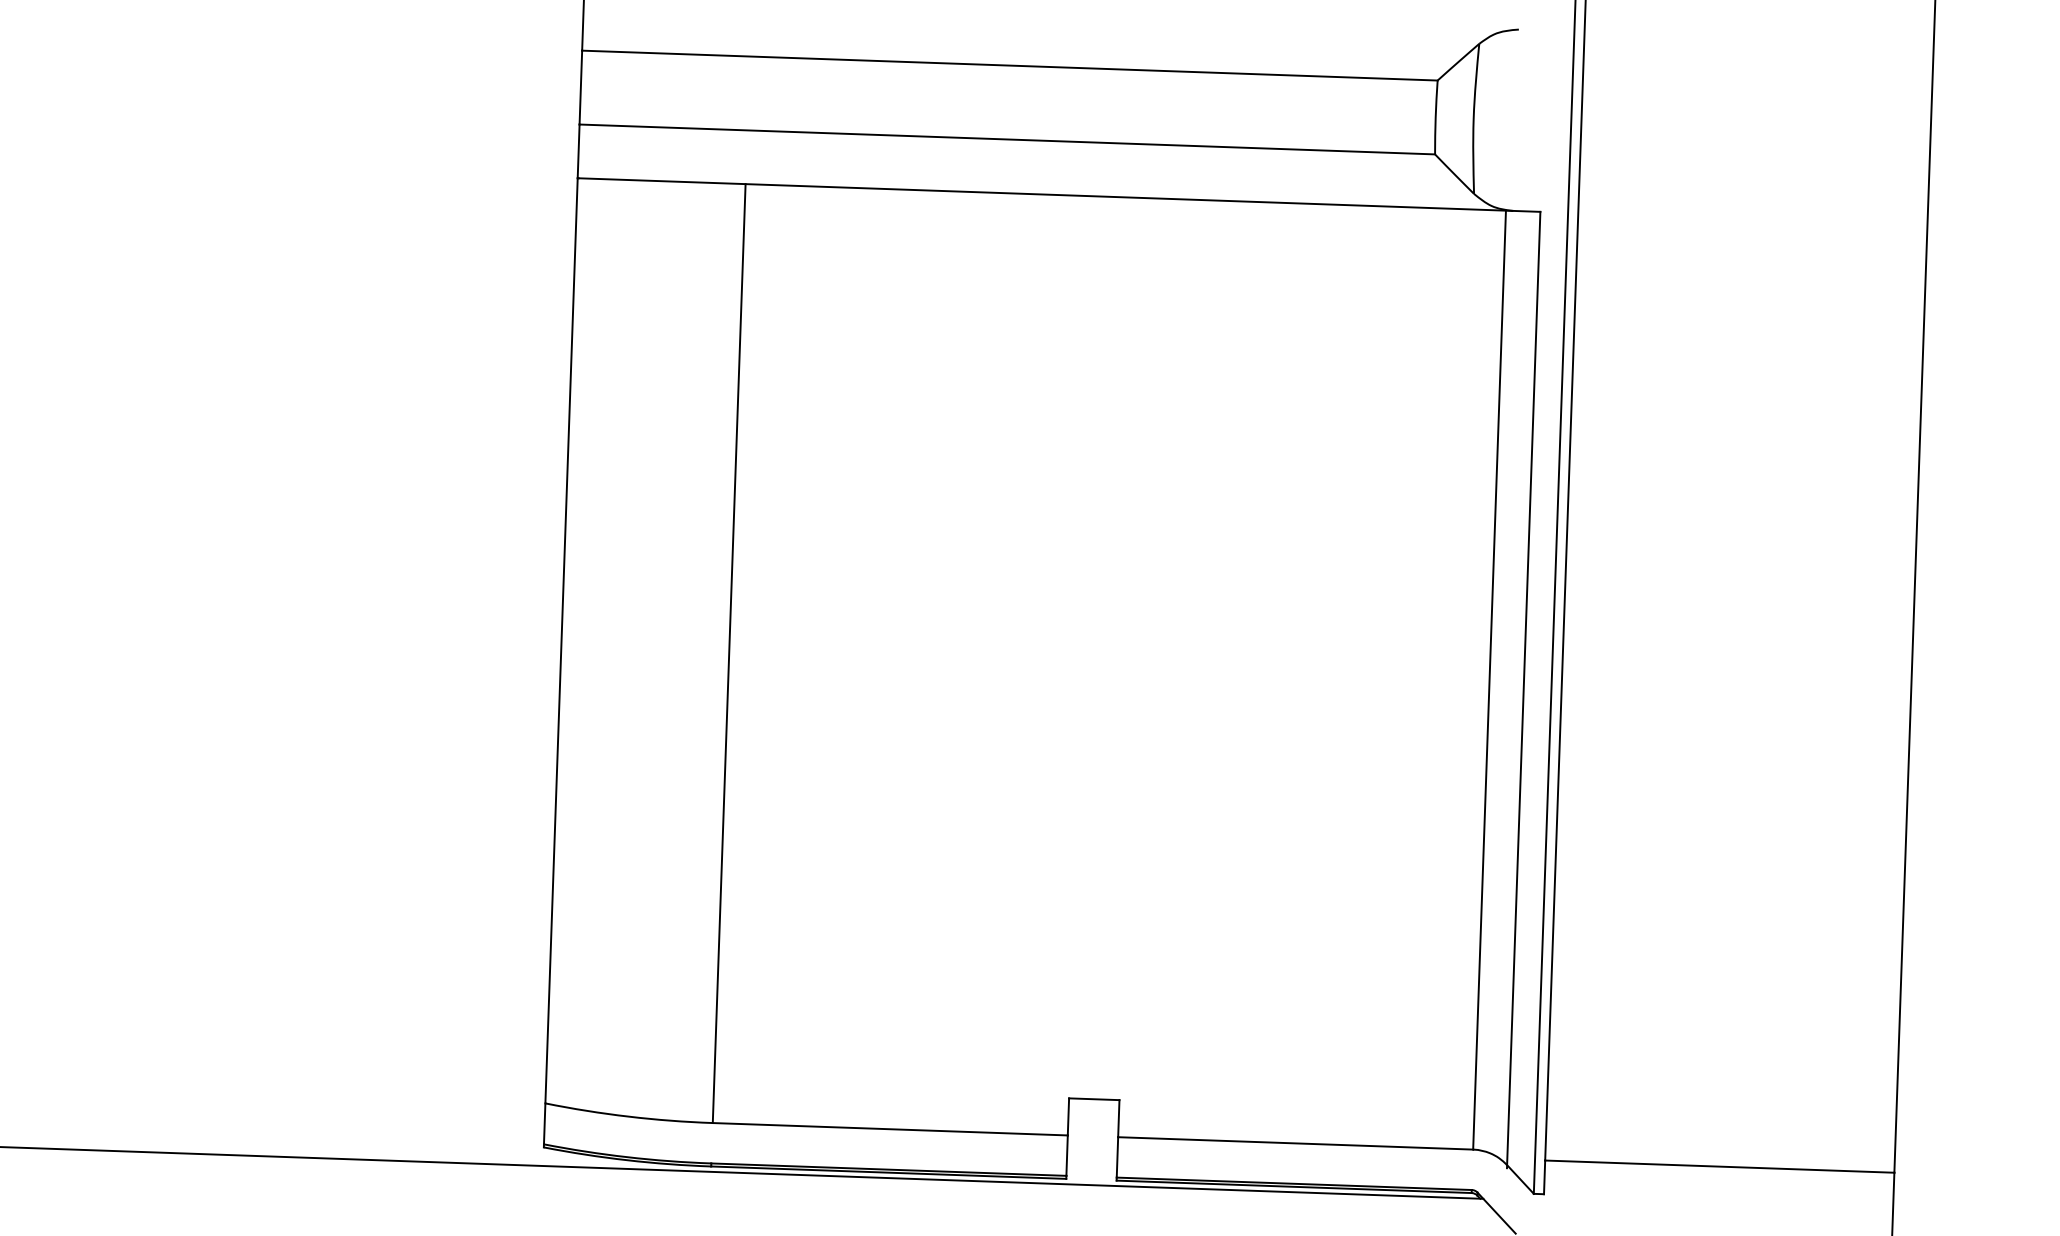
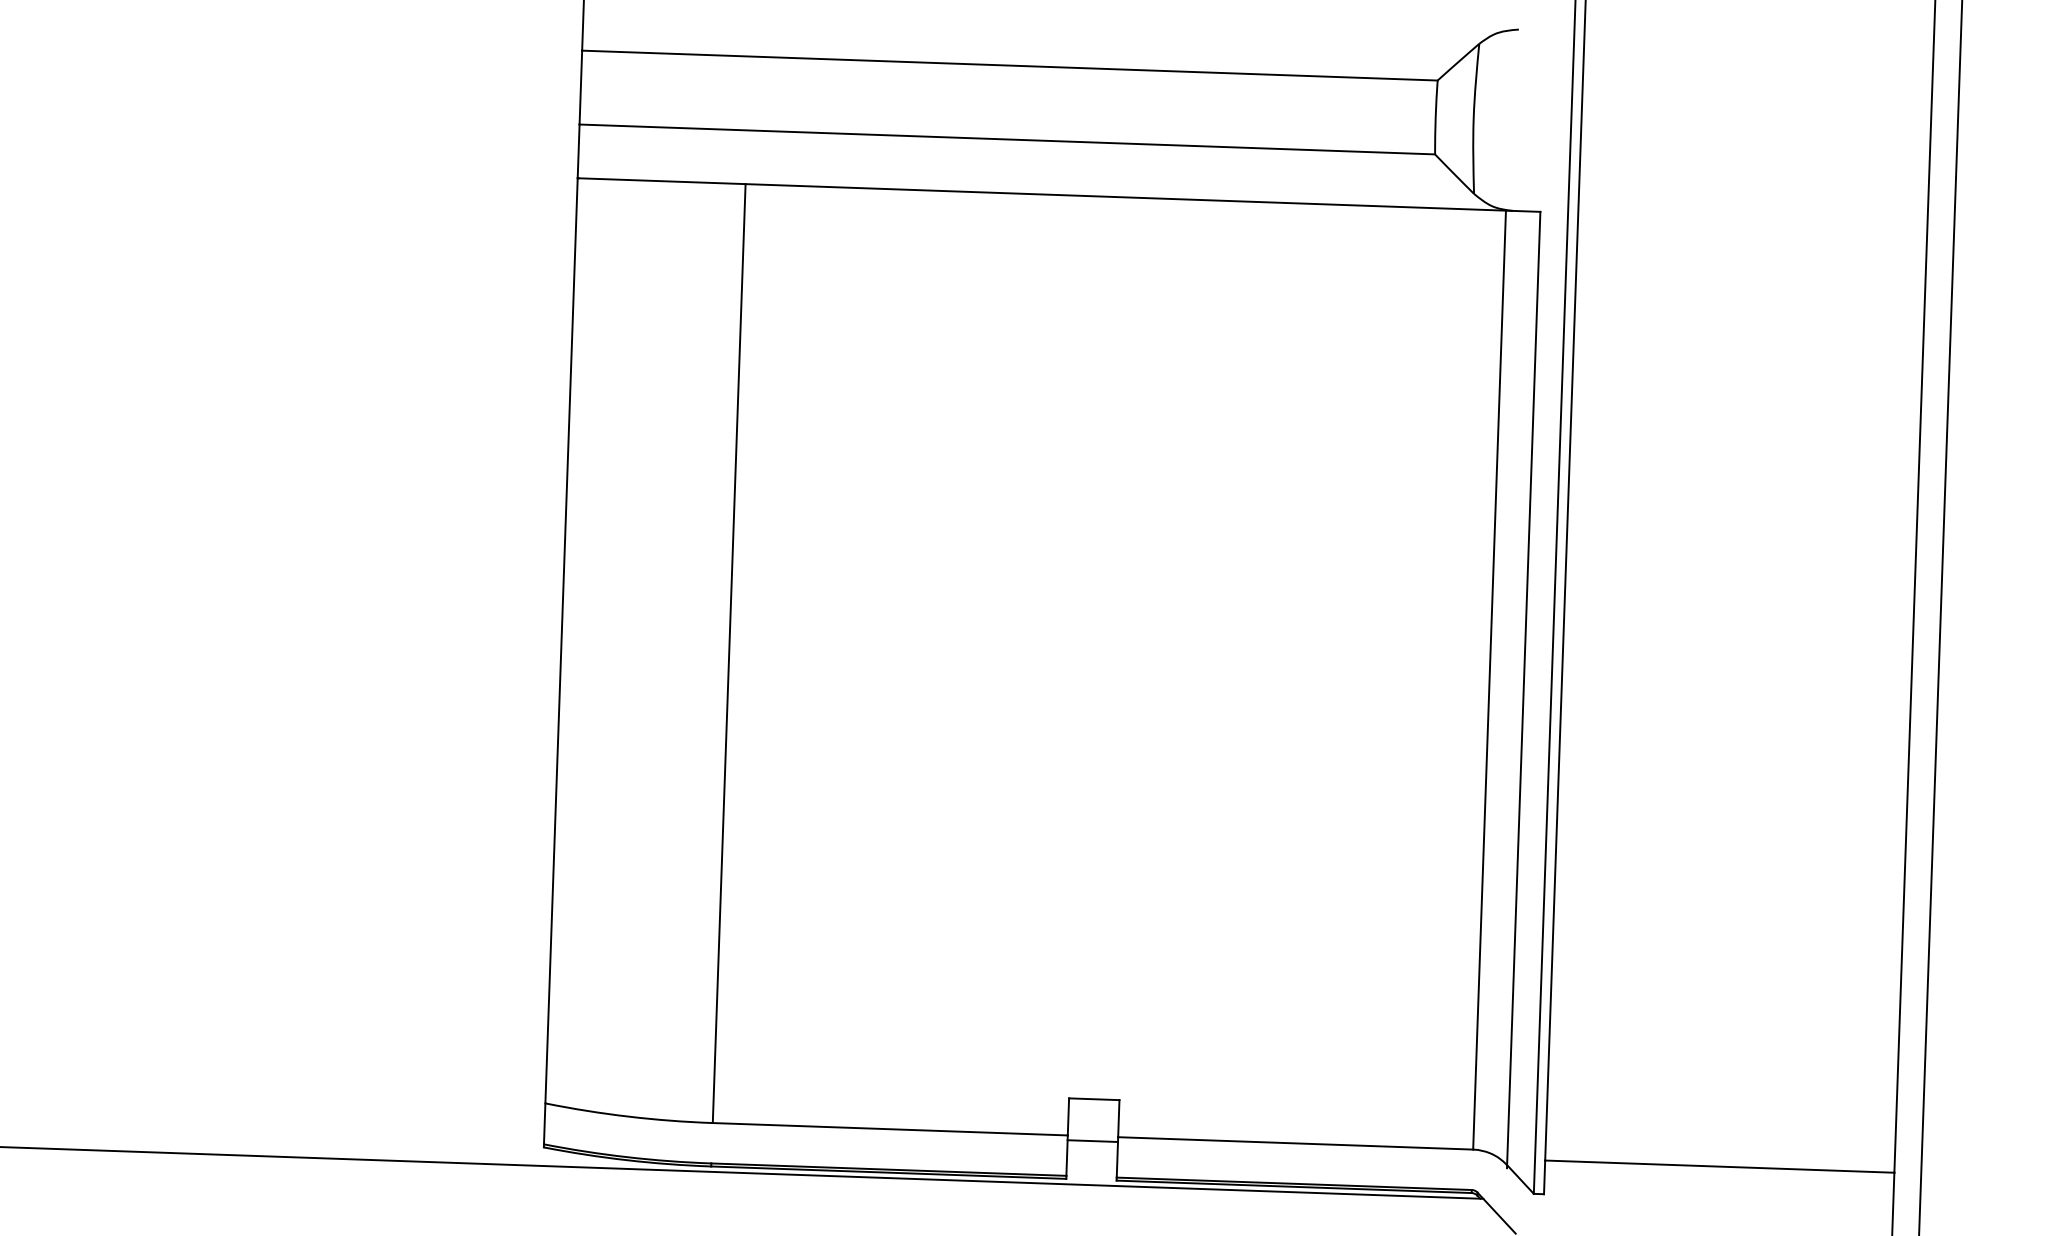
line at (1940, 617): none -> present
line at (1092, 1140): none -> present
